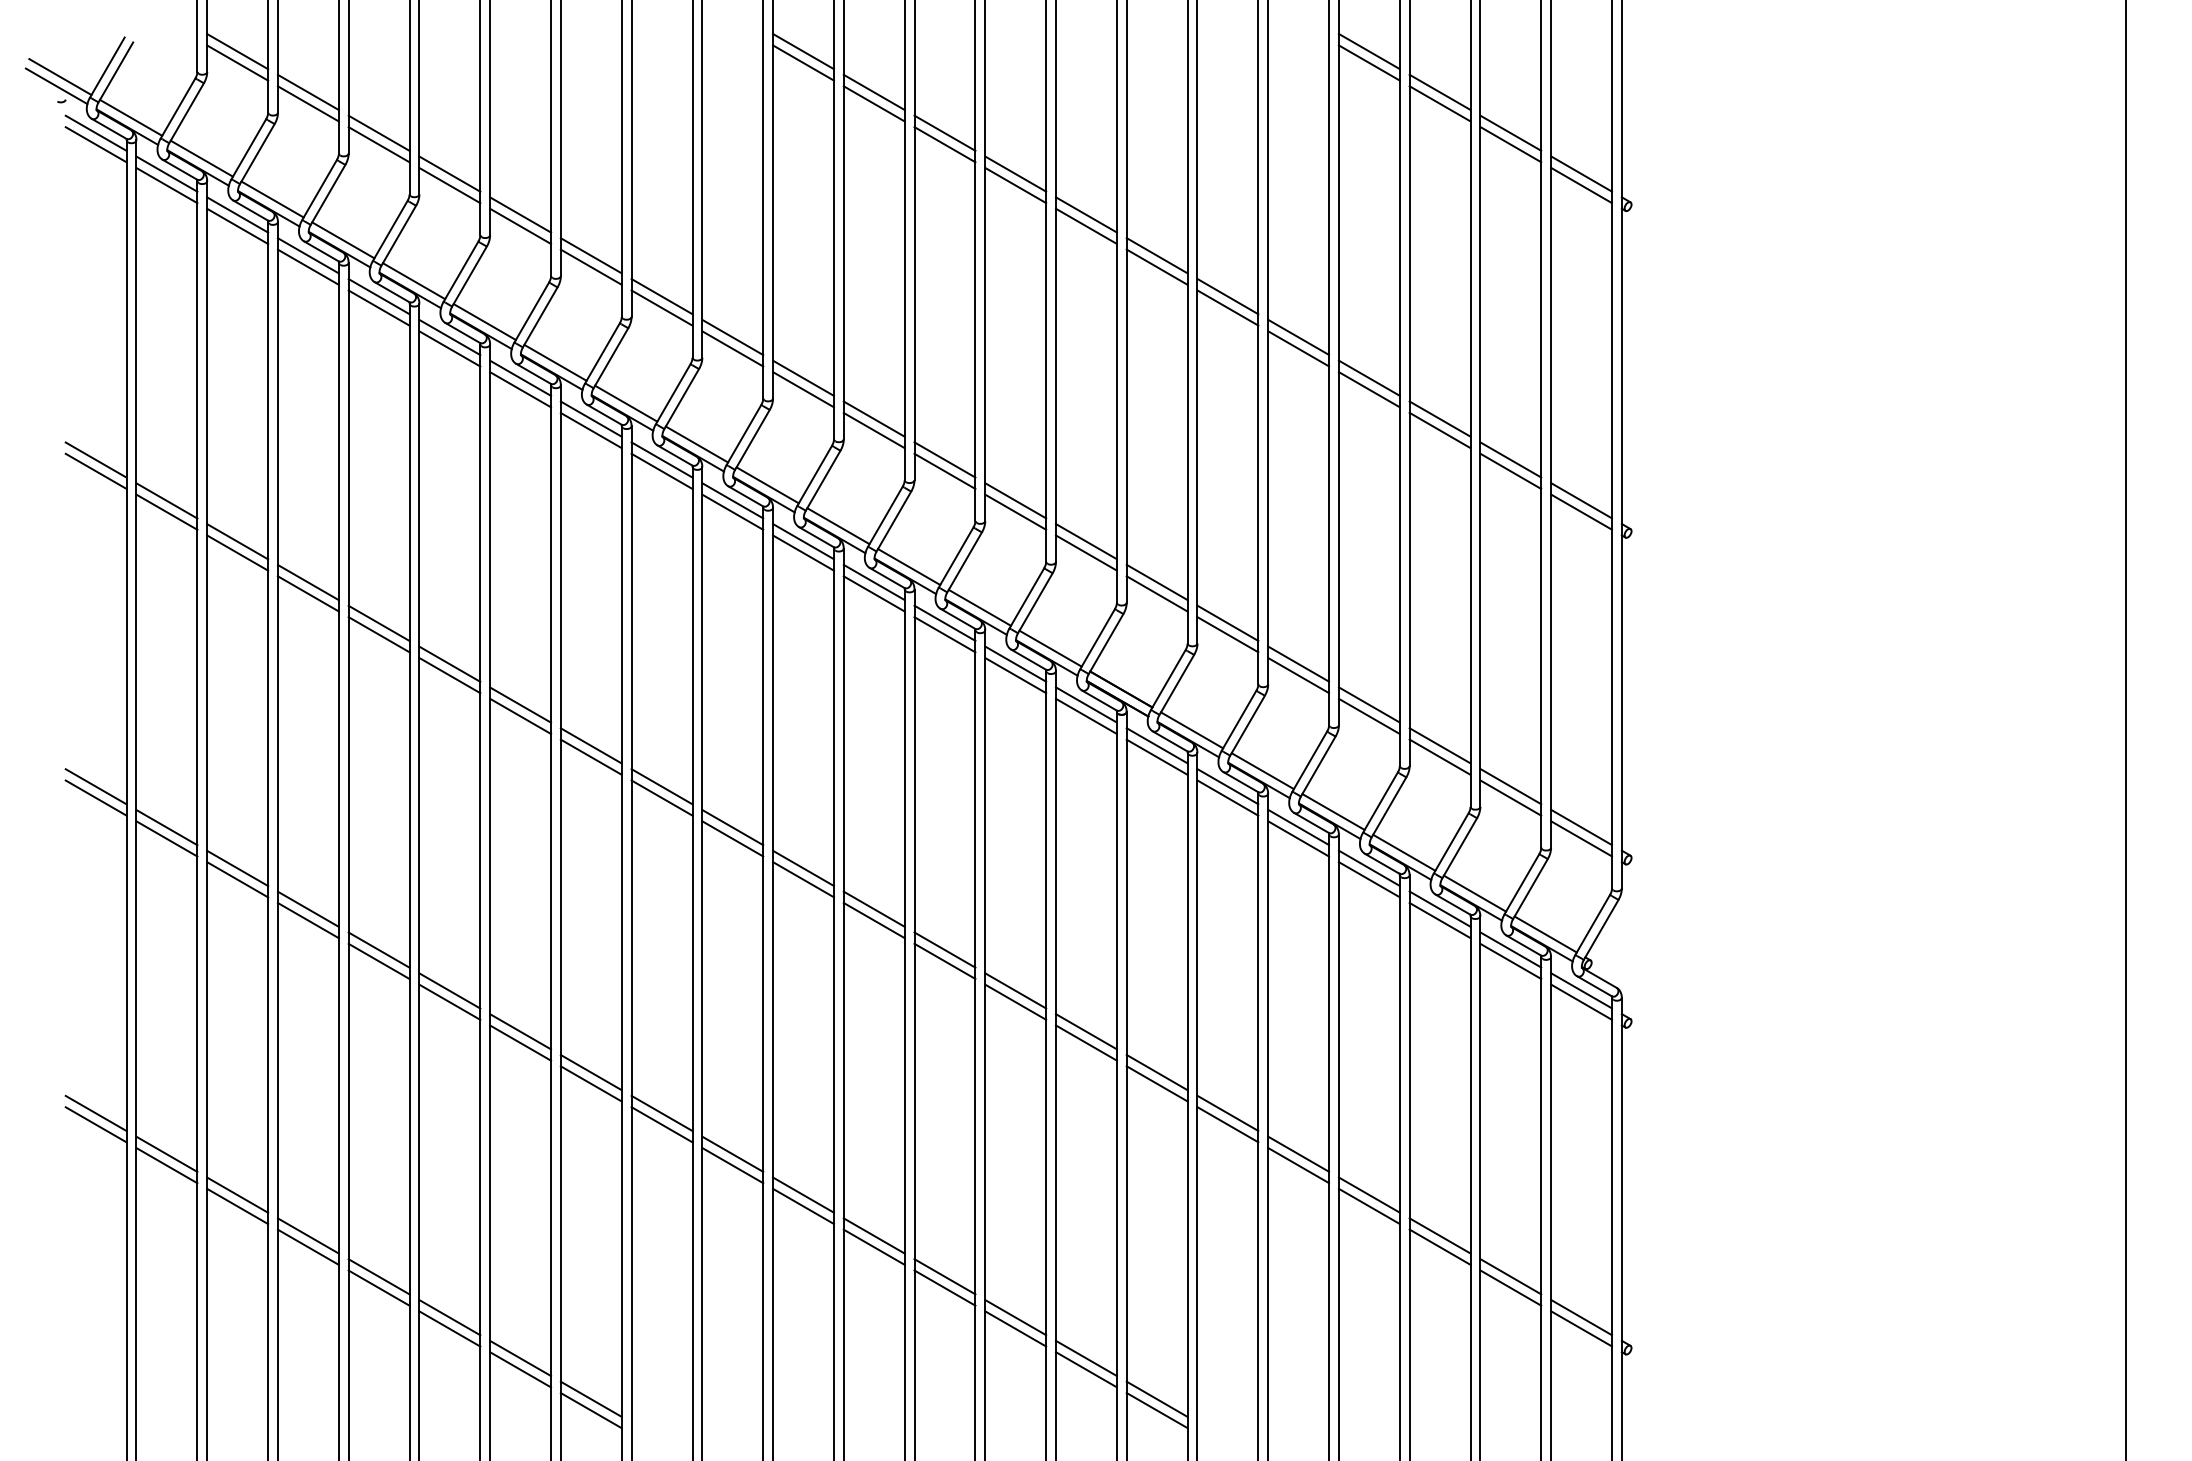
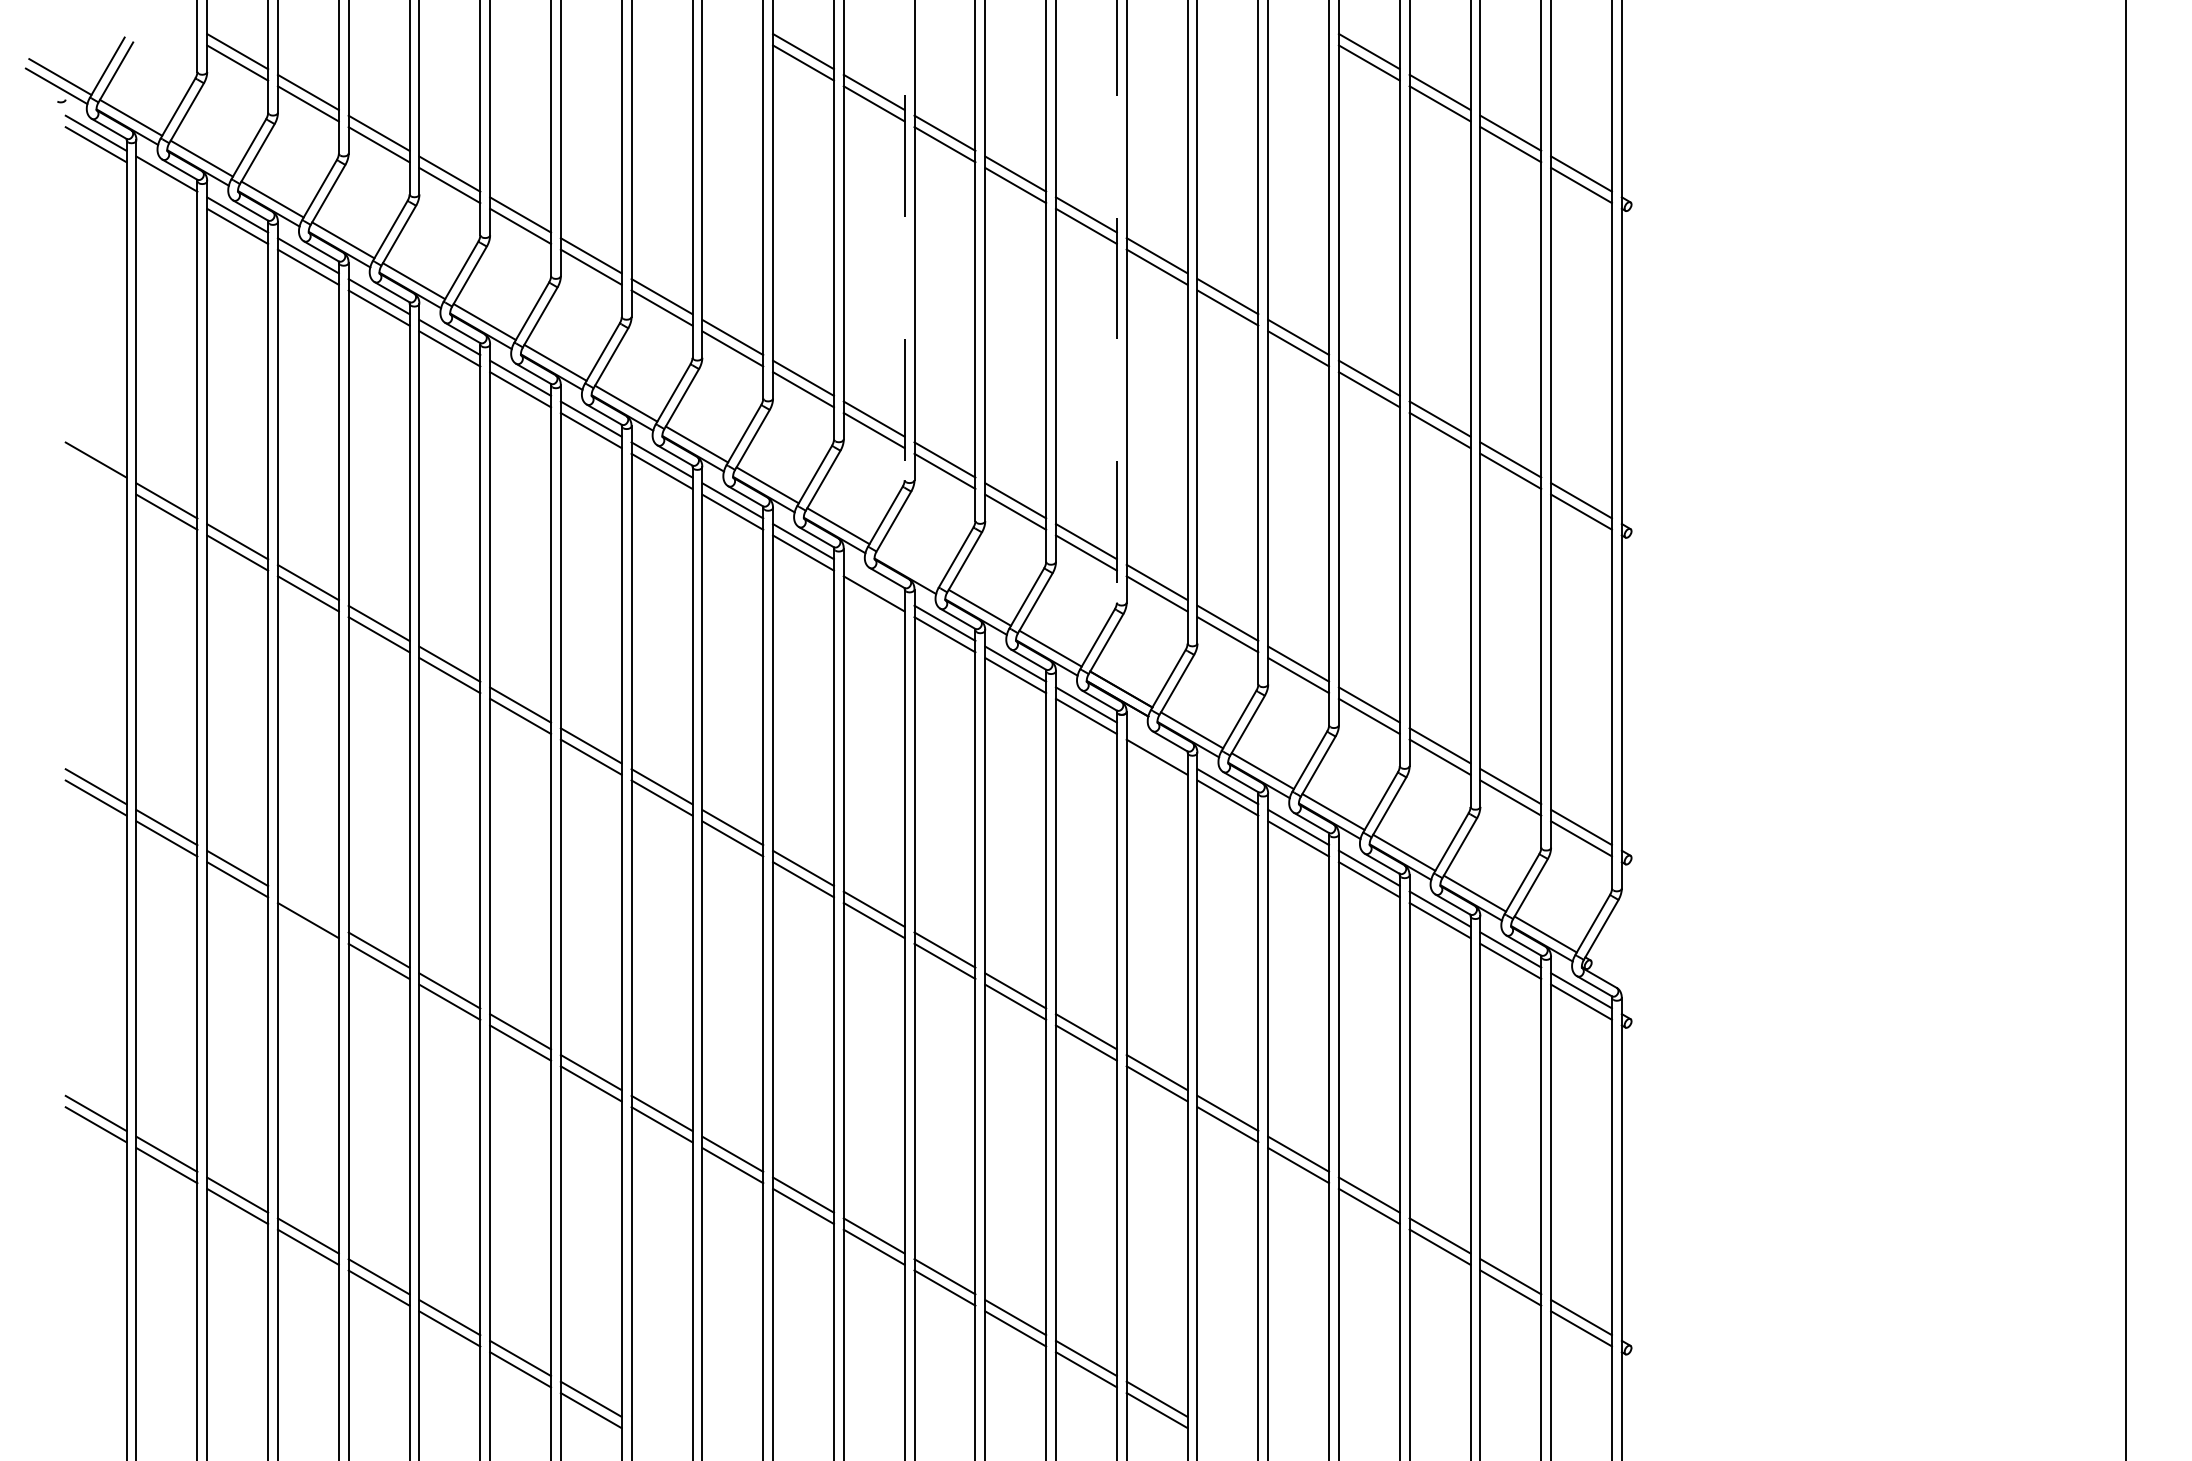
line at (166, 185): present -> none
line at (904, 240): solid -> dashed
line at (1116, 301): solid -> dashed
line at (95, 471): present -> none
line at (909, 566): present -> none
line at (873, 582): present -> none
line at (1156, 745): present -> none
line at (307, 908): present -> none
